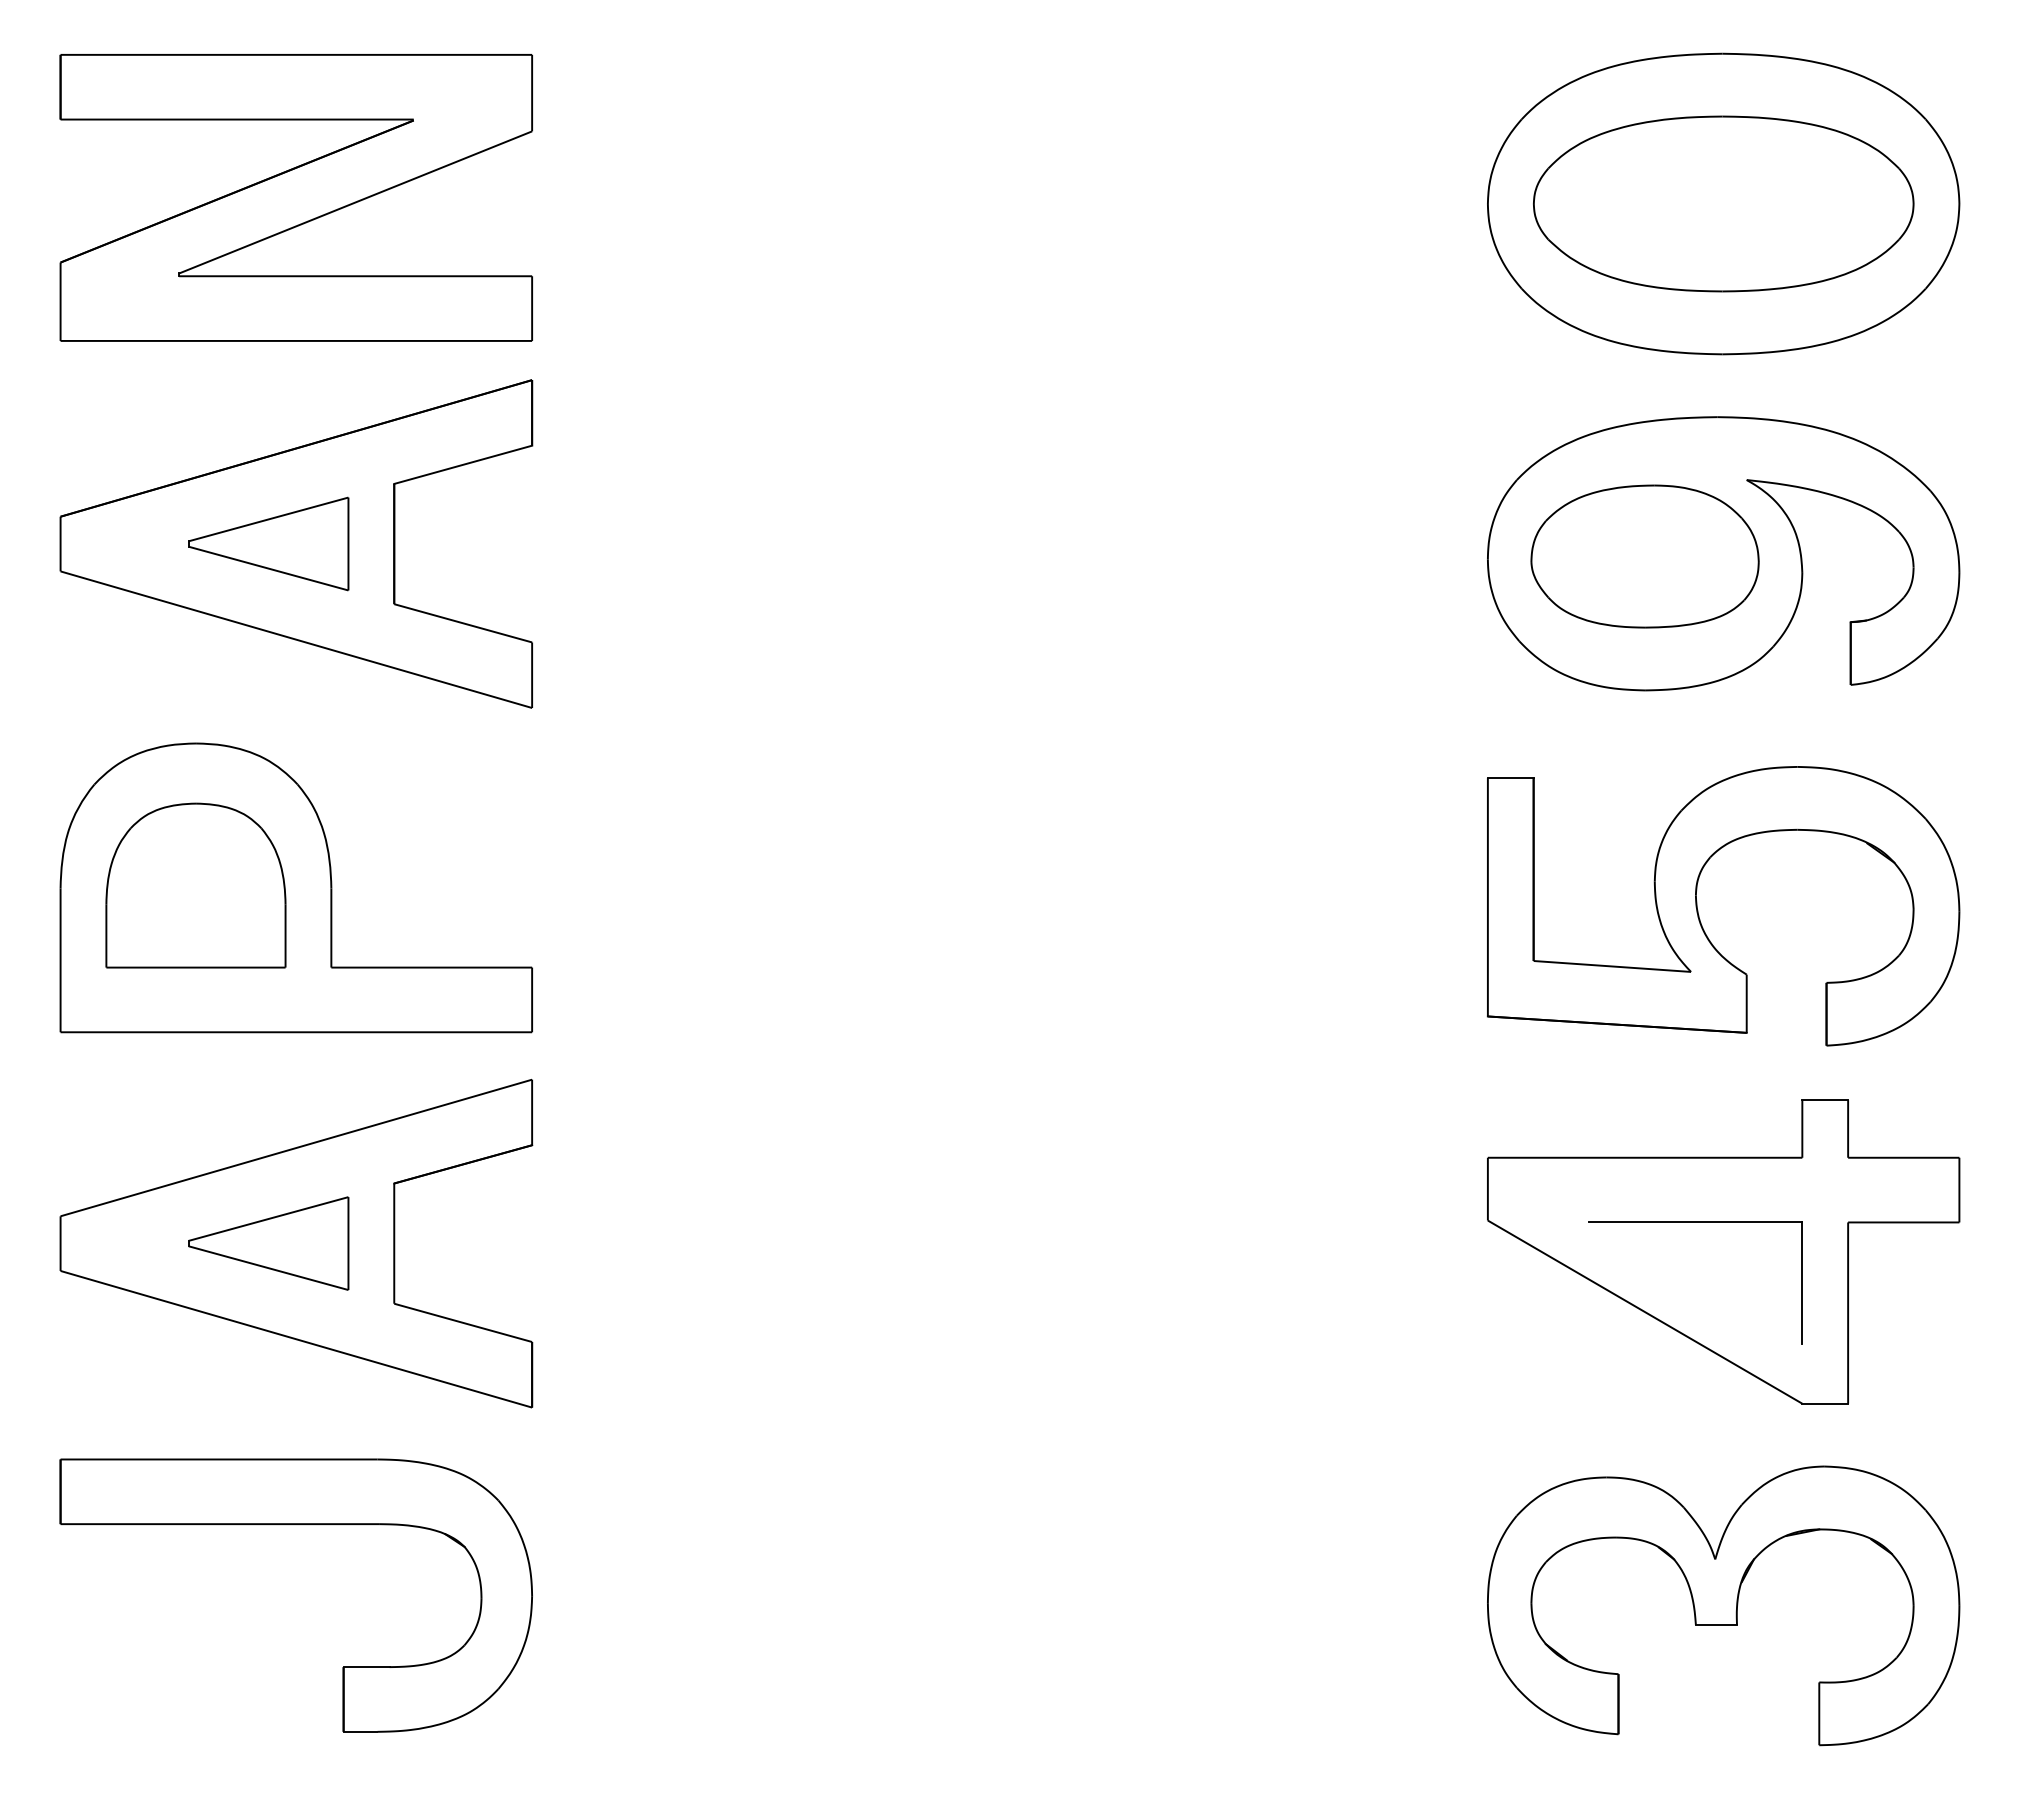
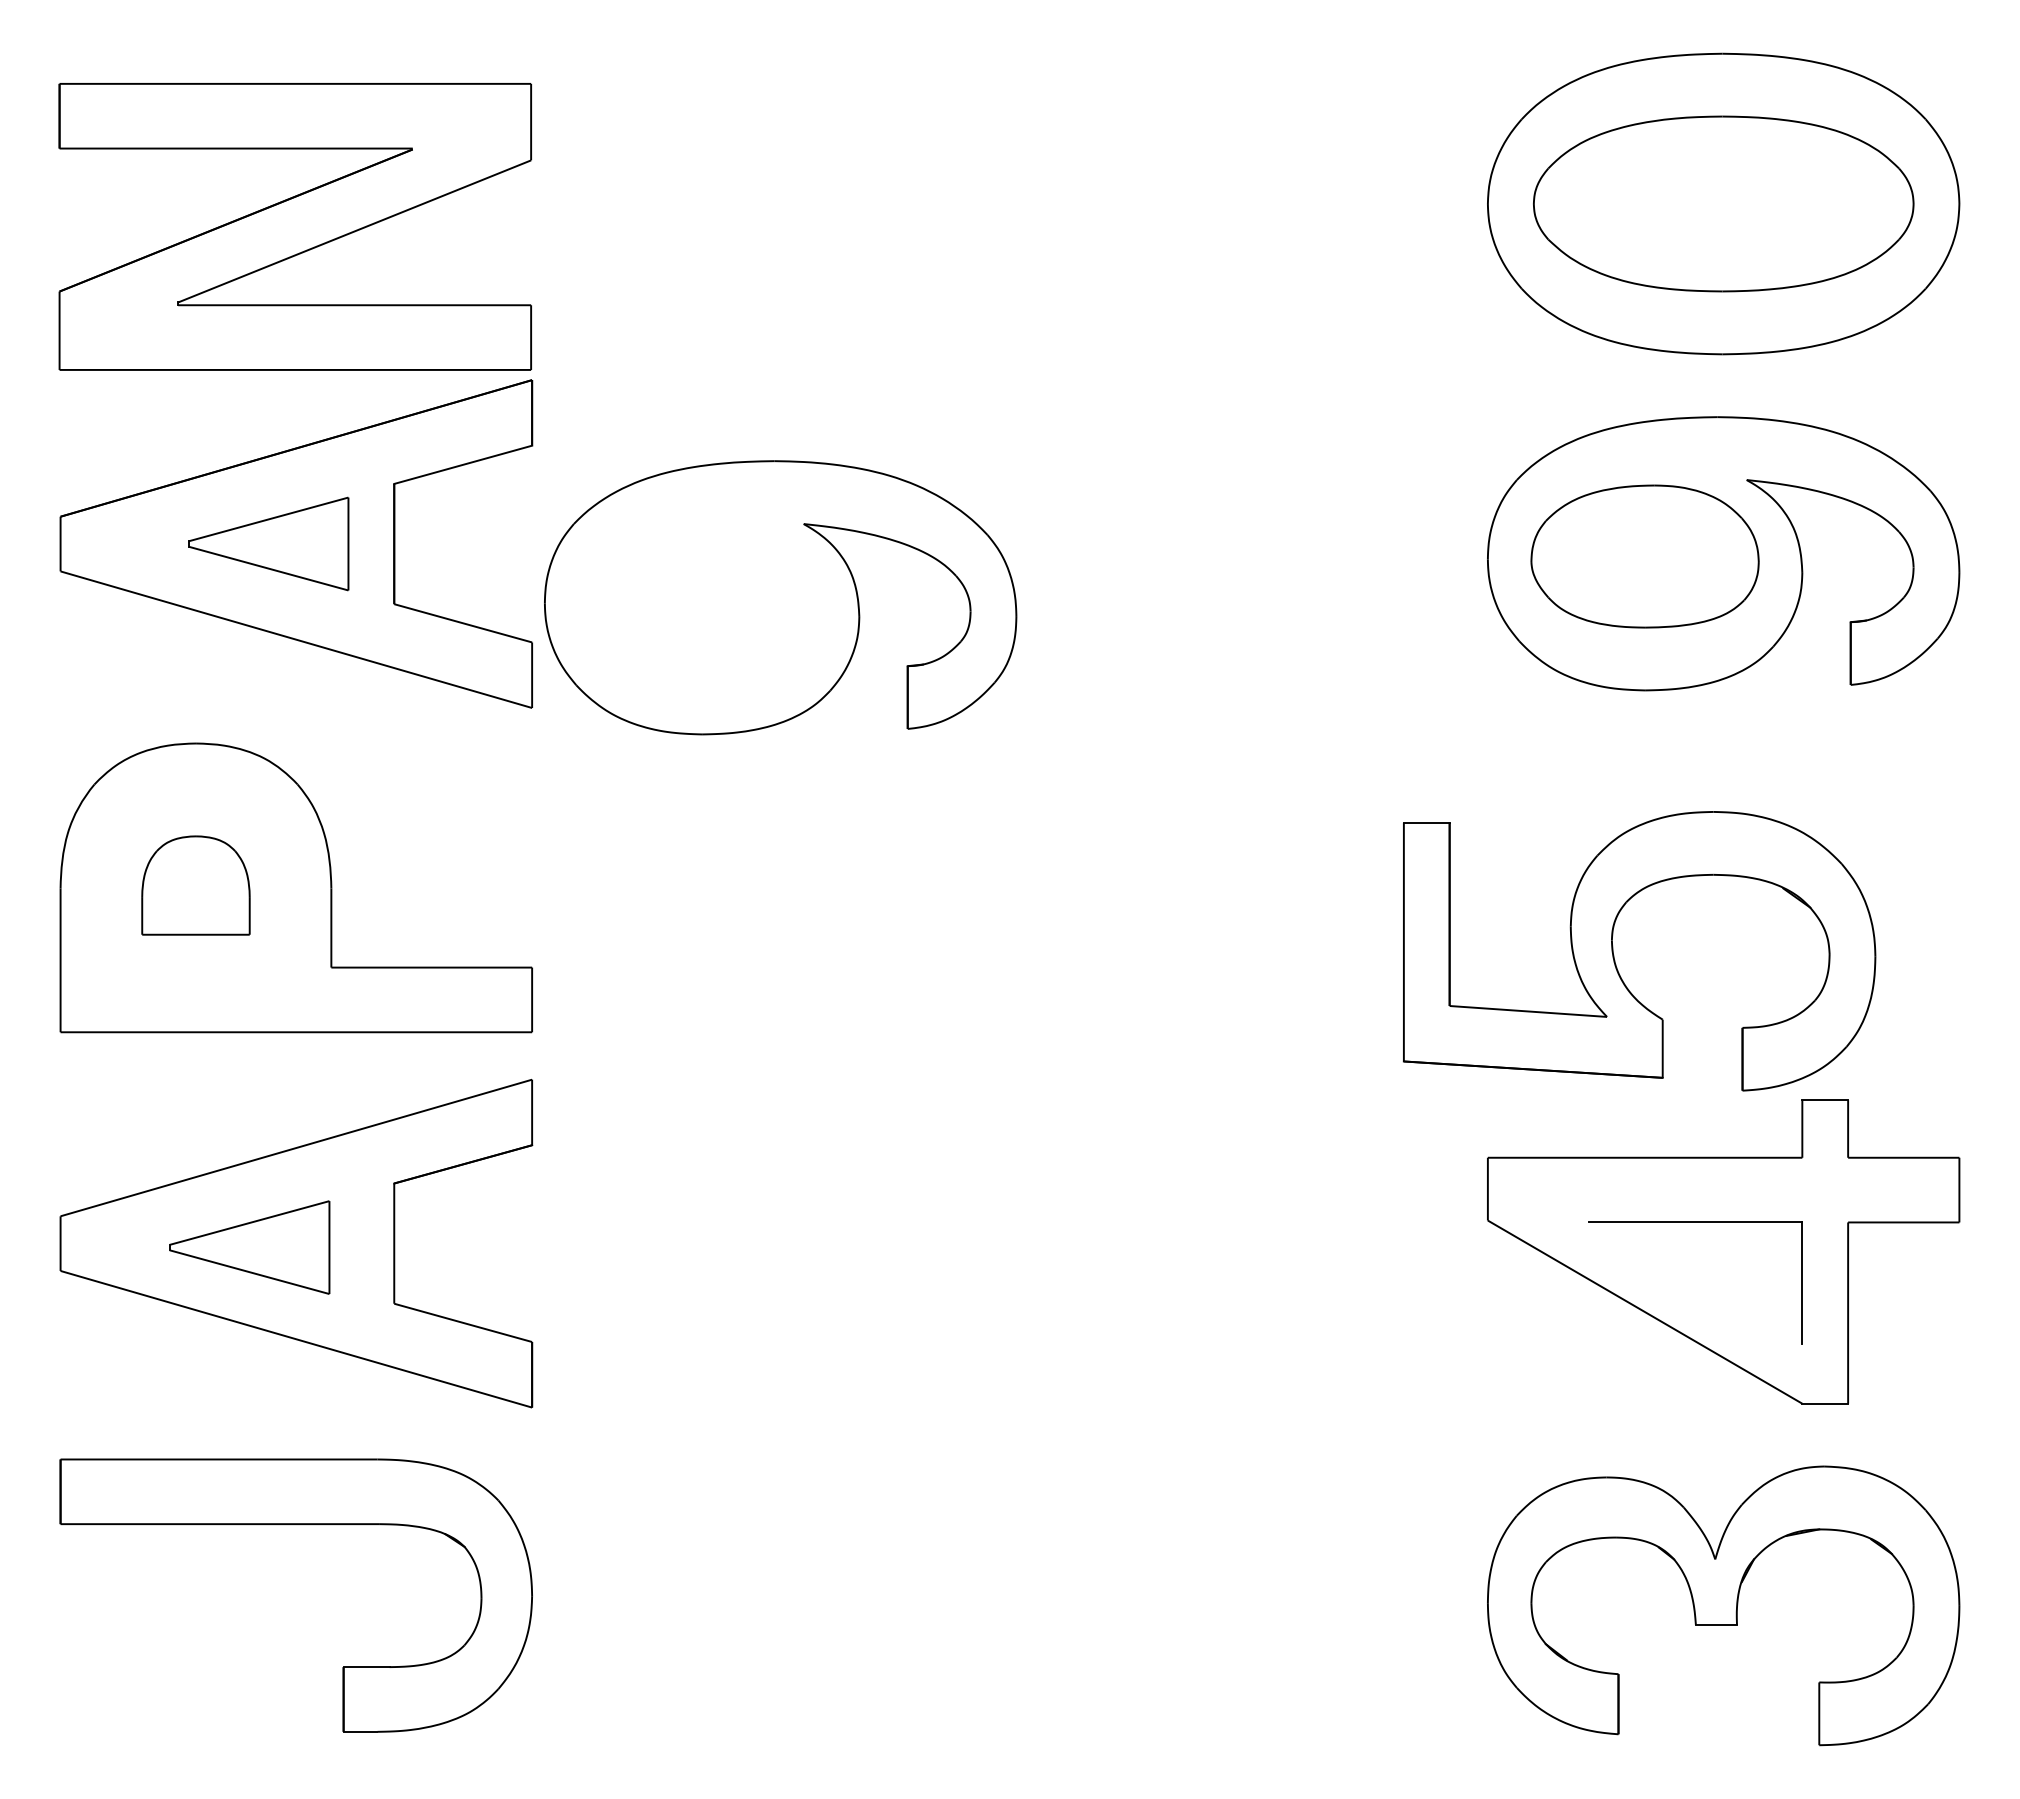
part at (295, 197) position: (295, 197) -> (294, 226)
part at (780, 597): none -> present
part at (195, 885) size: 182x167 px -> 110x101 px
part at (1698, 910) position: (1698, 910) -> (1614, 955)
part at (268, 1243) position: (268, 1243) -> (249, 1247)
